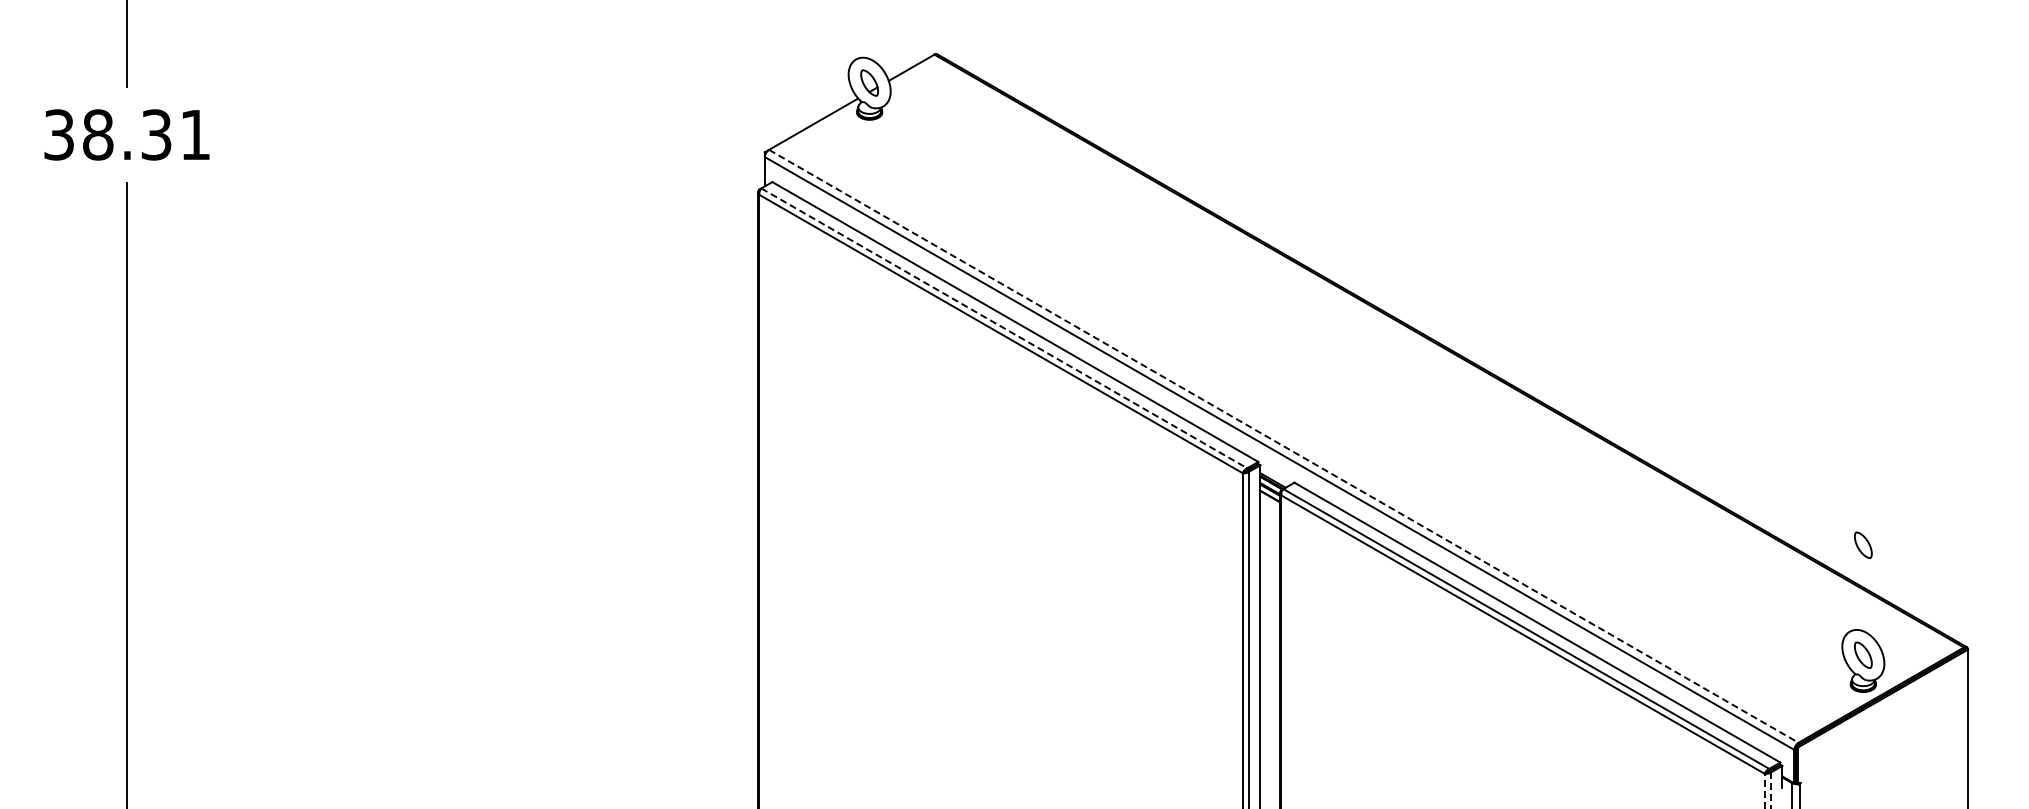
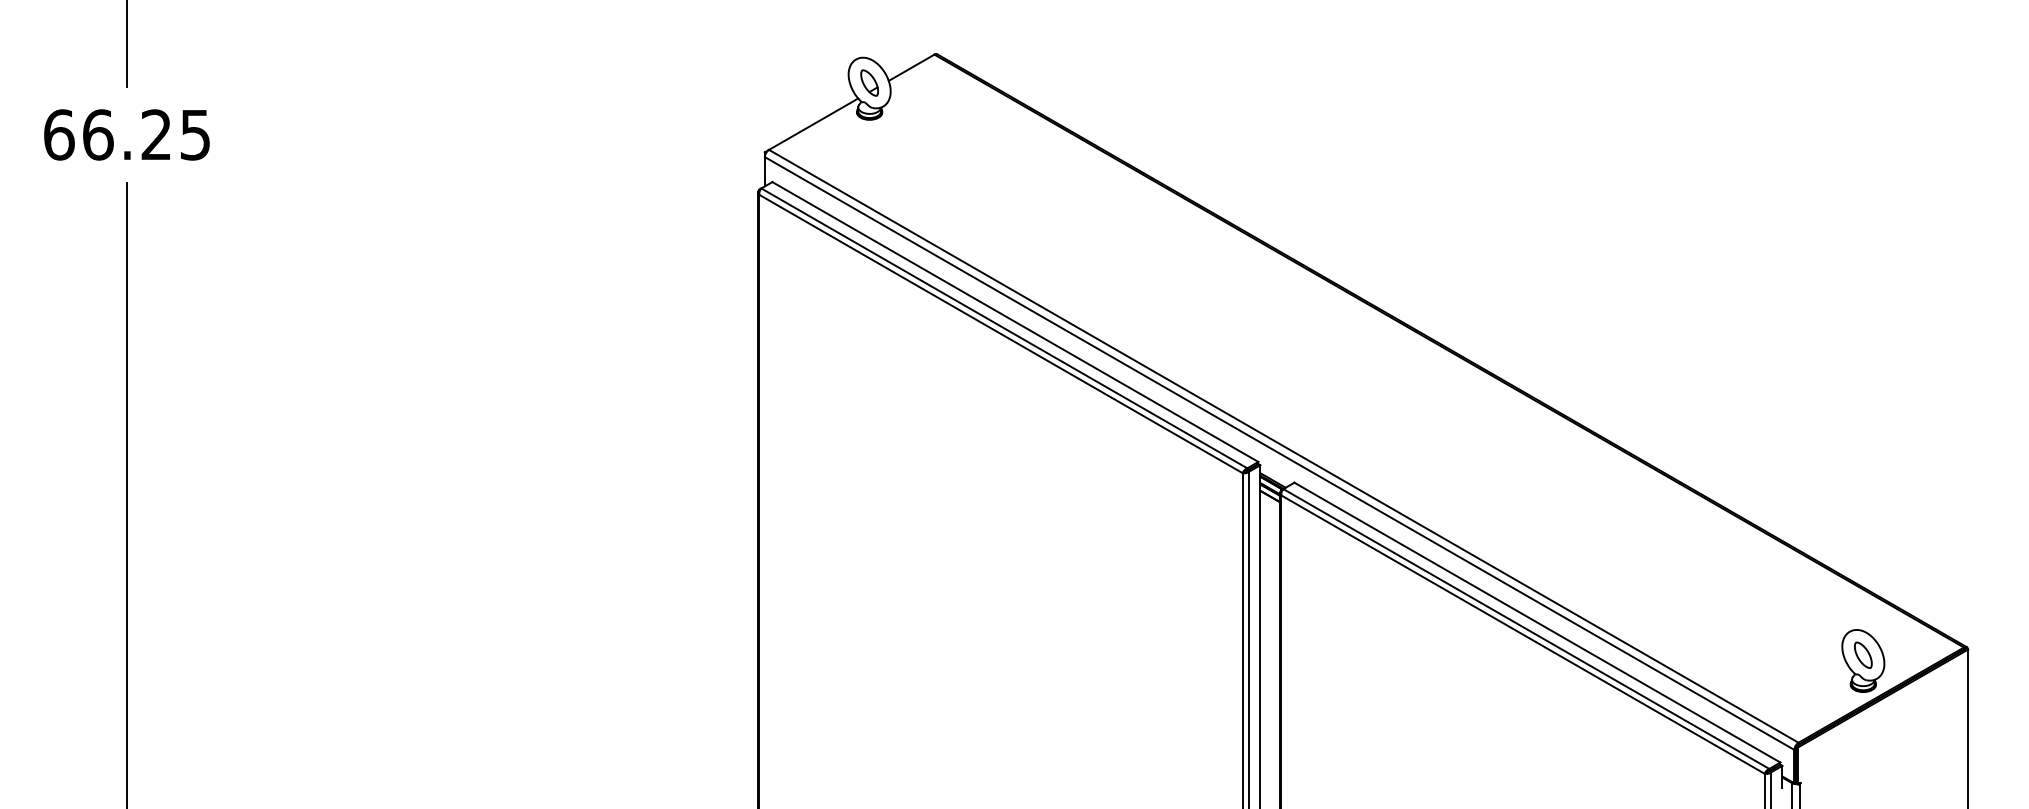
text at (126, 134): 38.31 -> 66.25
line at (1004, 328): dashed -> solid
line at (1284, 446): dashed -> solid
part at (1863, 544): present -> none
line at (1764, 790): dashed -> solid
line at (1771, 790): dashed -> solid
